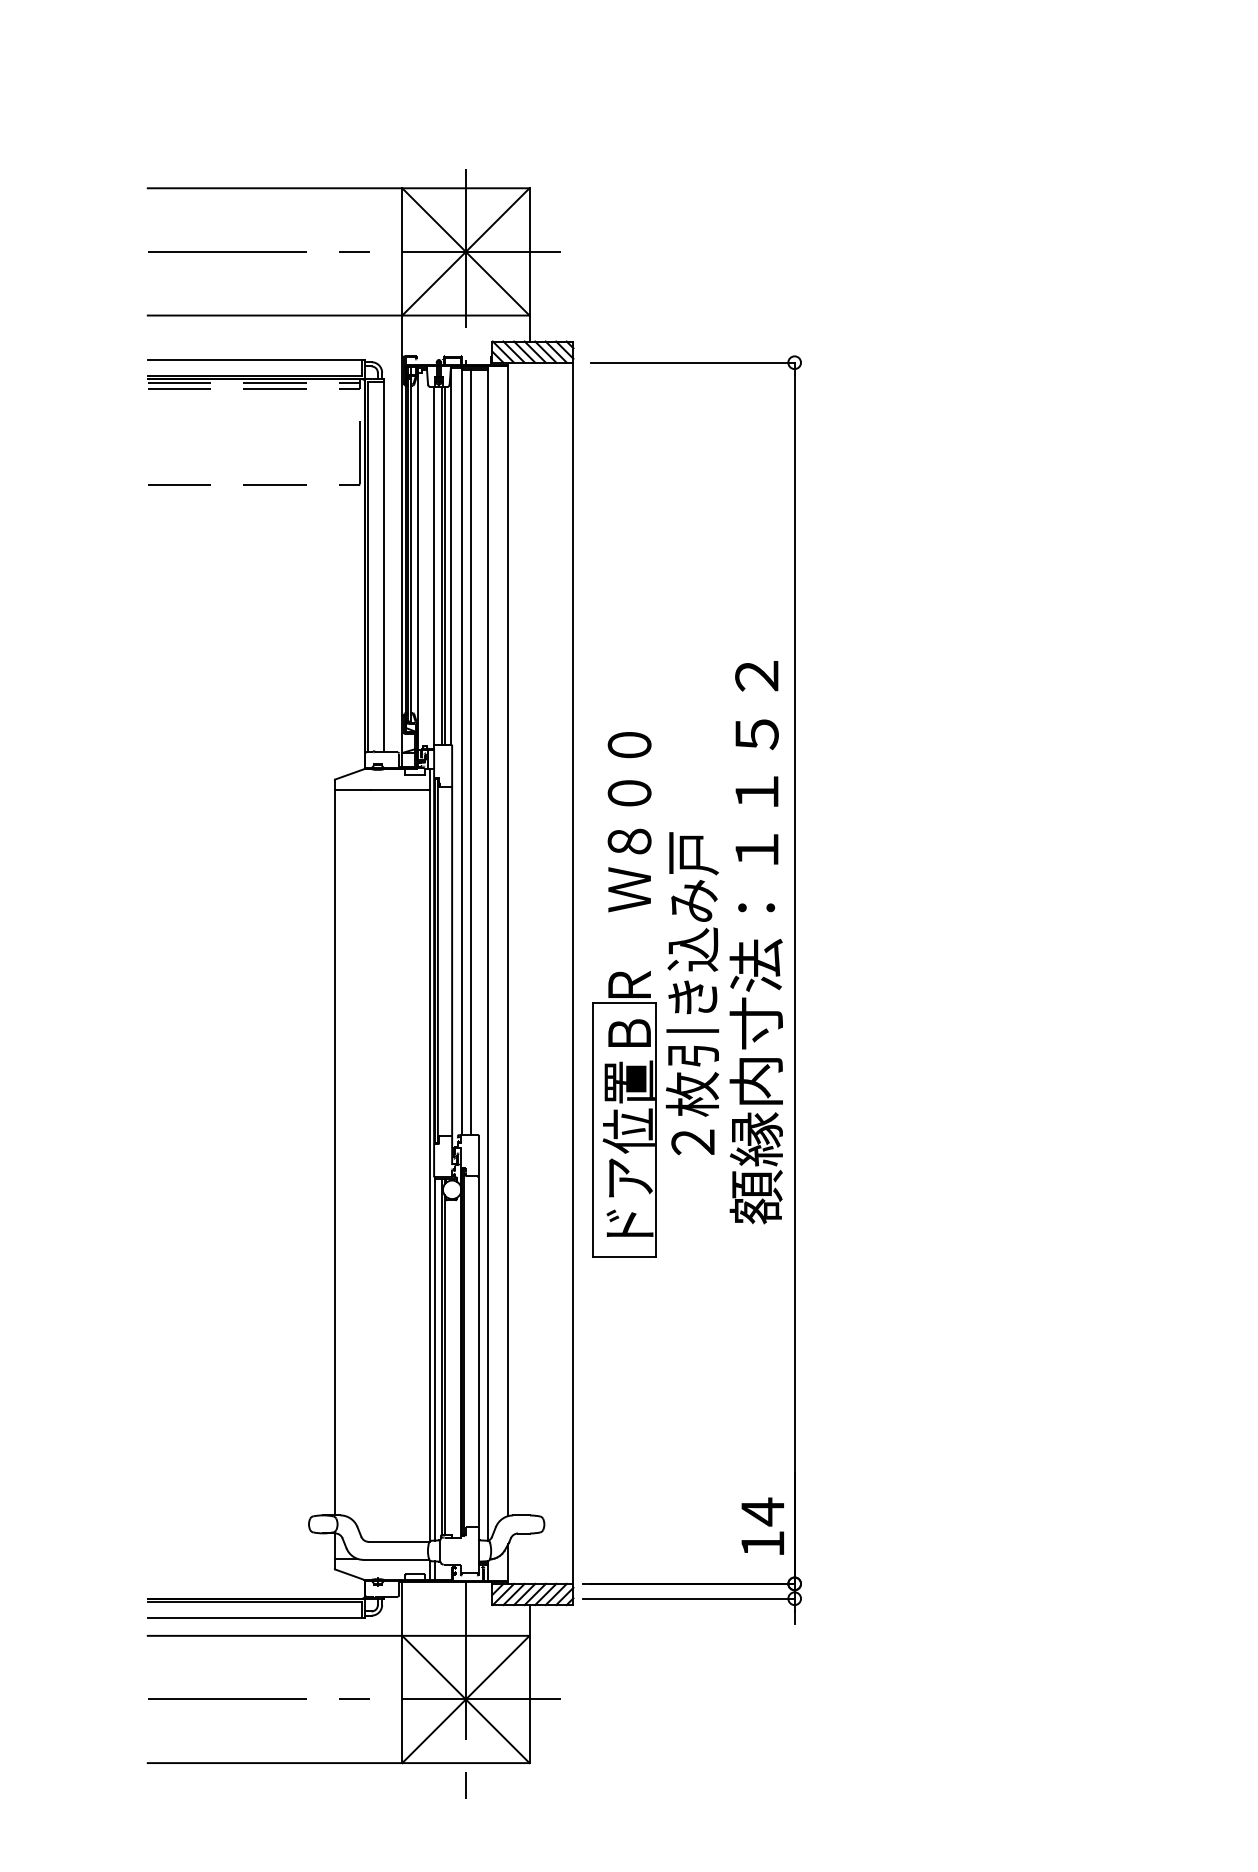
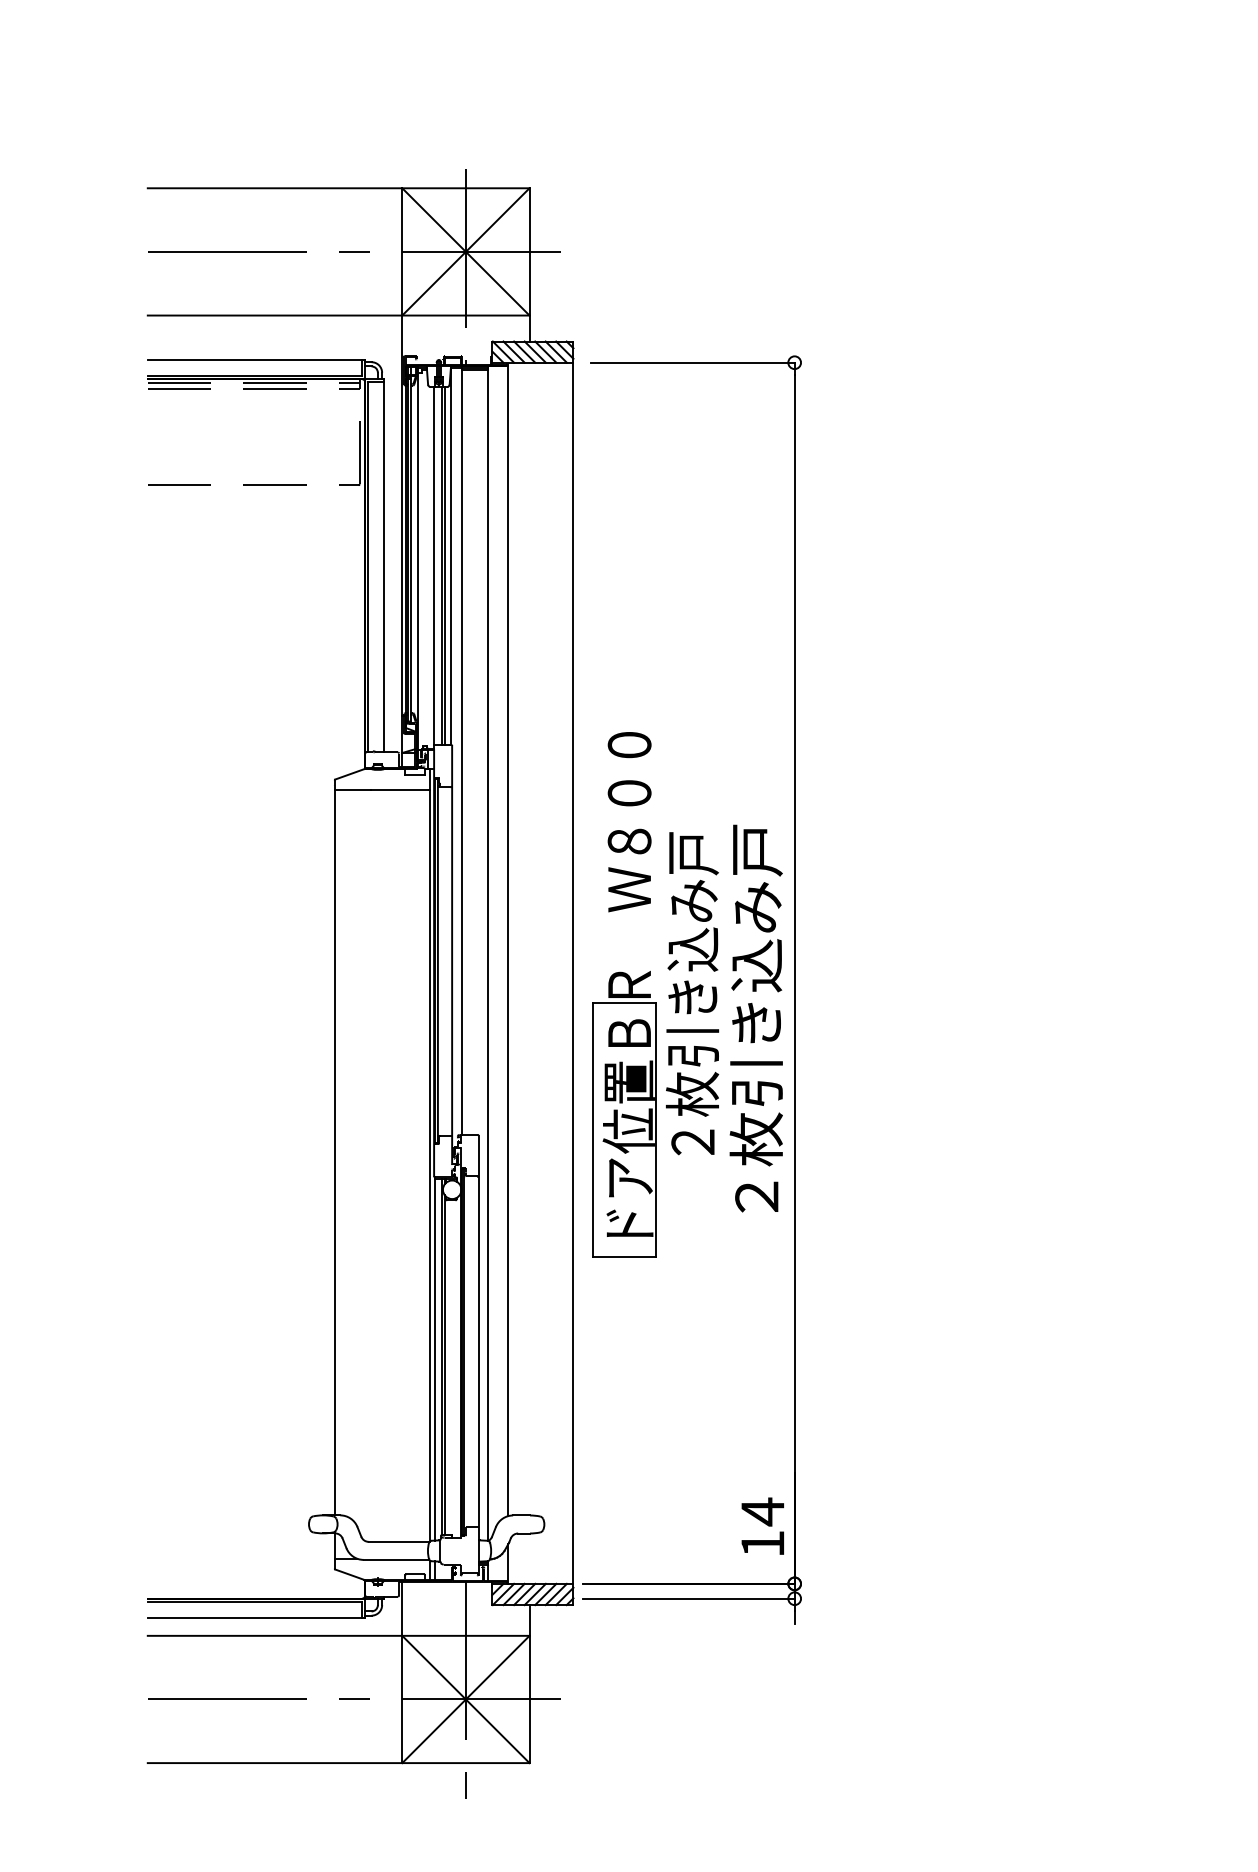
line at (471, 752): present -> none
text at (755, 942): 額縁内寸法：１１５２ -> ２枚引き込み戸
